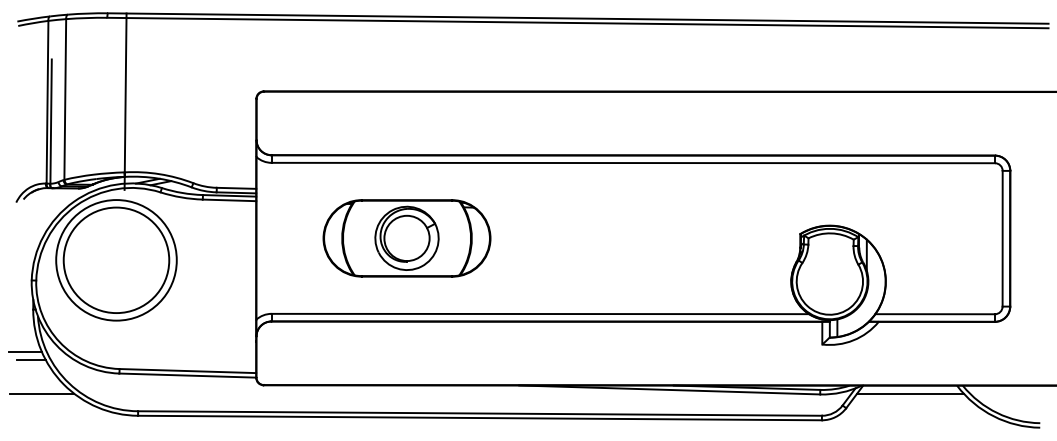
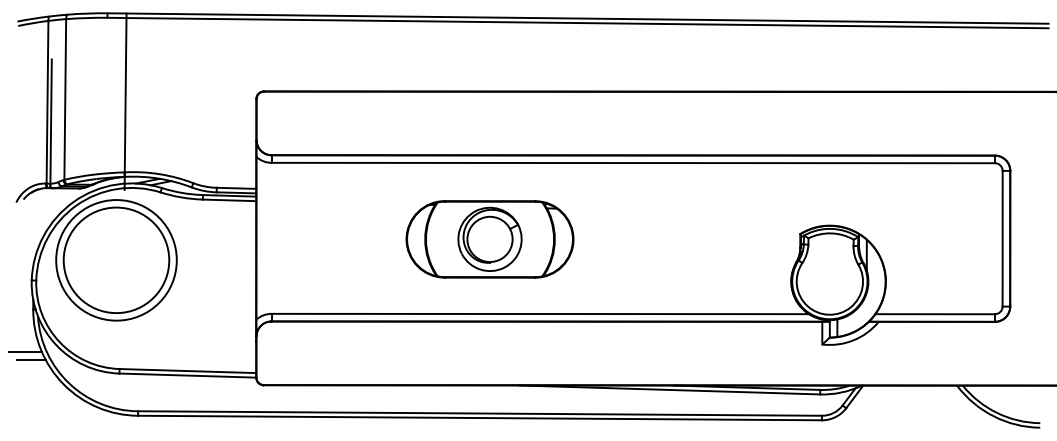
part at (406, 238) position: (406, 238) -> (489, 239)
line at (41, 393): present -> none
line at (910, 393): present -> none
